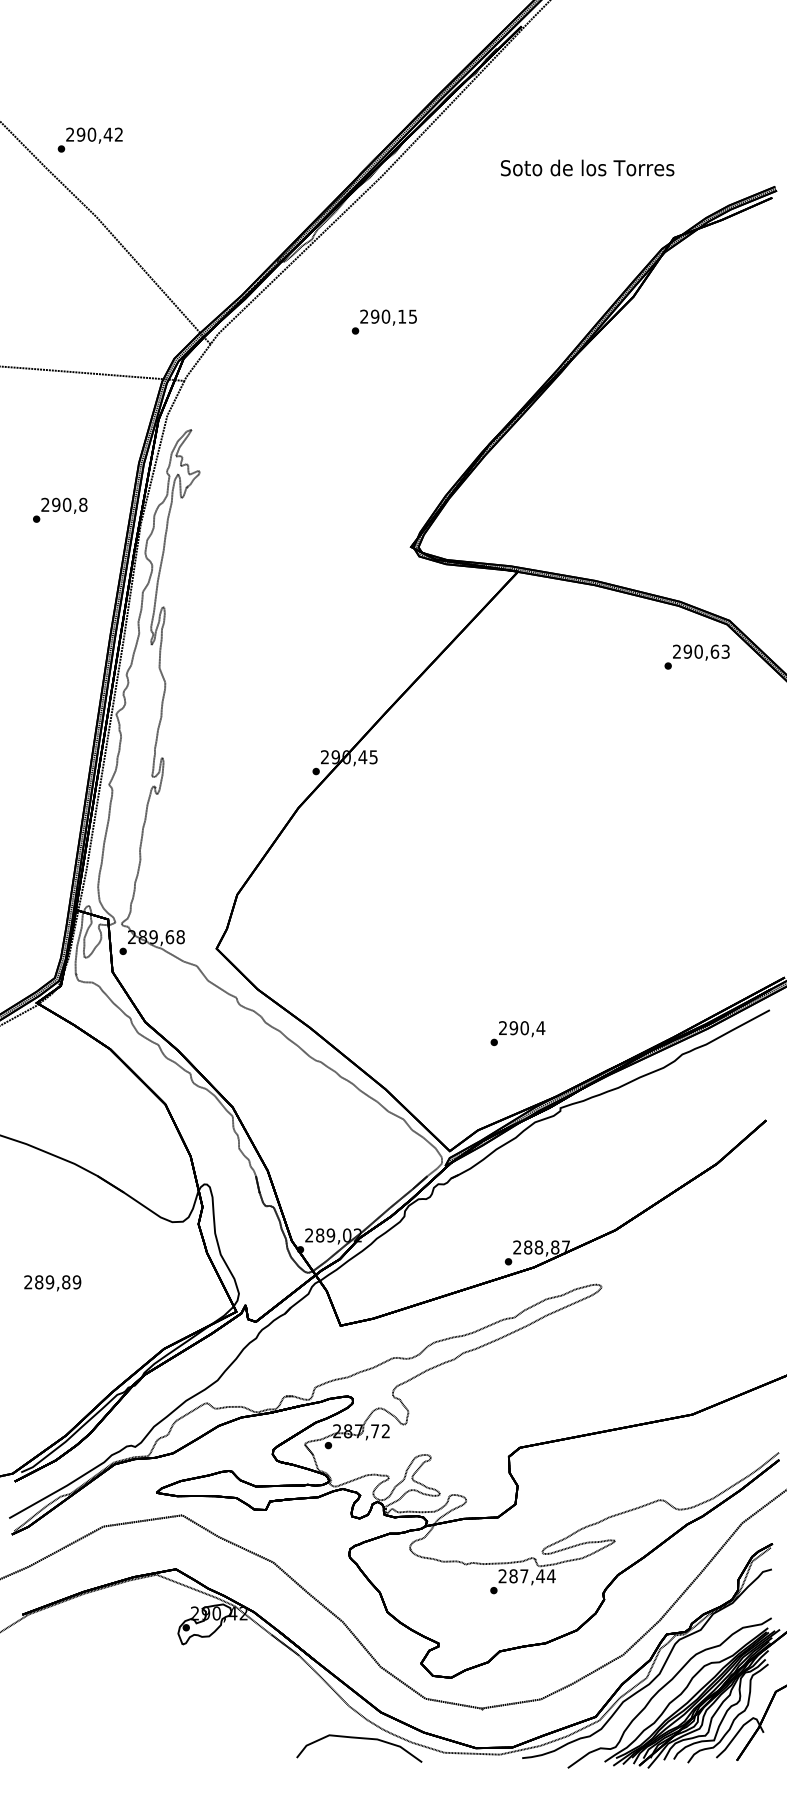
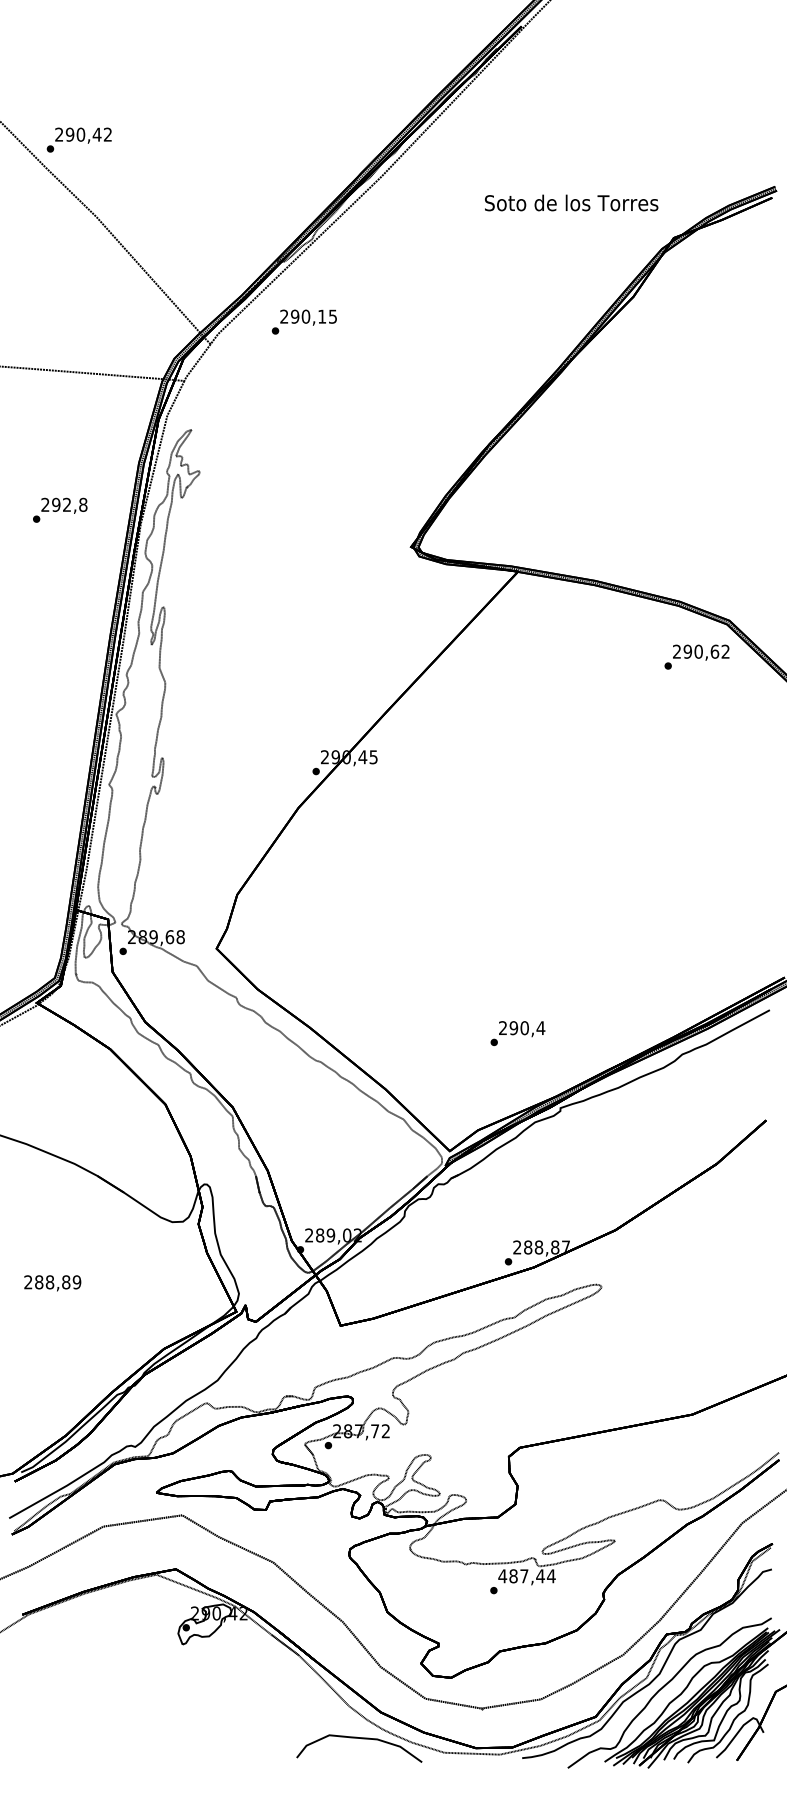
text at (89, 139) position: (89, 139) -> (78, 139)
text at (587, 167) position: (587, 167) -> (571, 202)
text at (383, 321) position: (383, 321) -> (303, 321)
text at (66, 504): 290,8 -> 292,8
text at (725, 651): 290,63 -> 290,62
text at (49, 1282): 289,89 -> 288,89
text at (502, 1576): 287,44 -> 487,44
